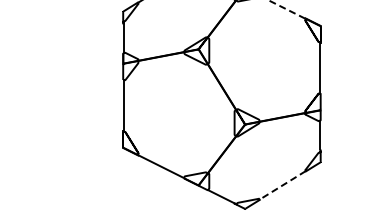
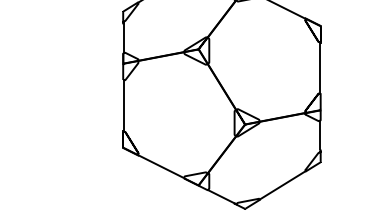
line at (287, 9): dashed -> solid
line at (282, 185): dashed -> solid
